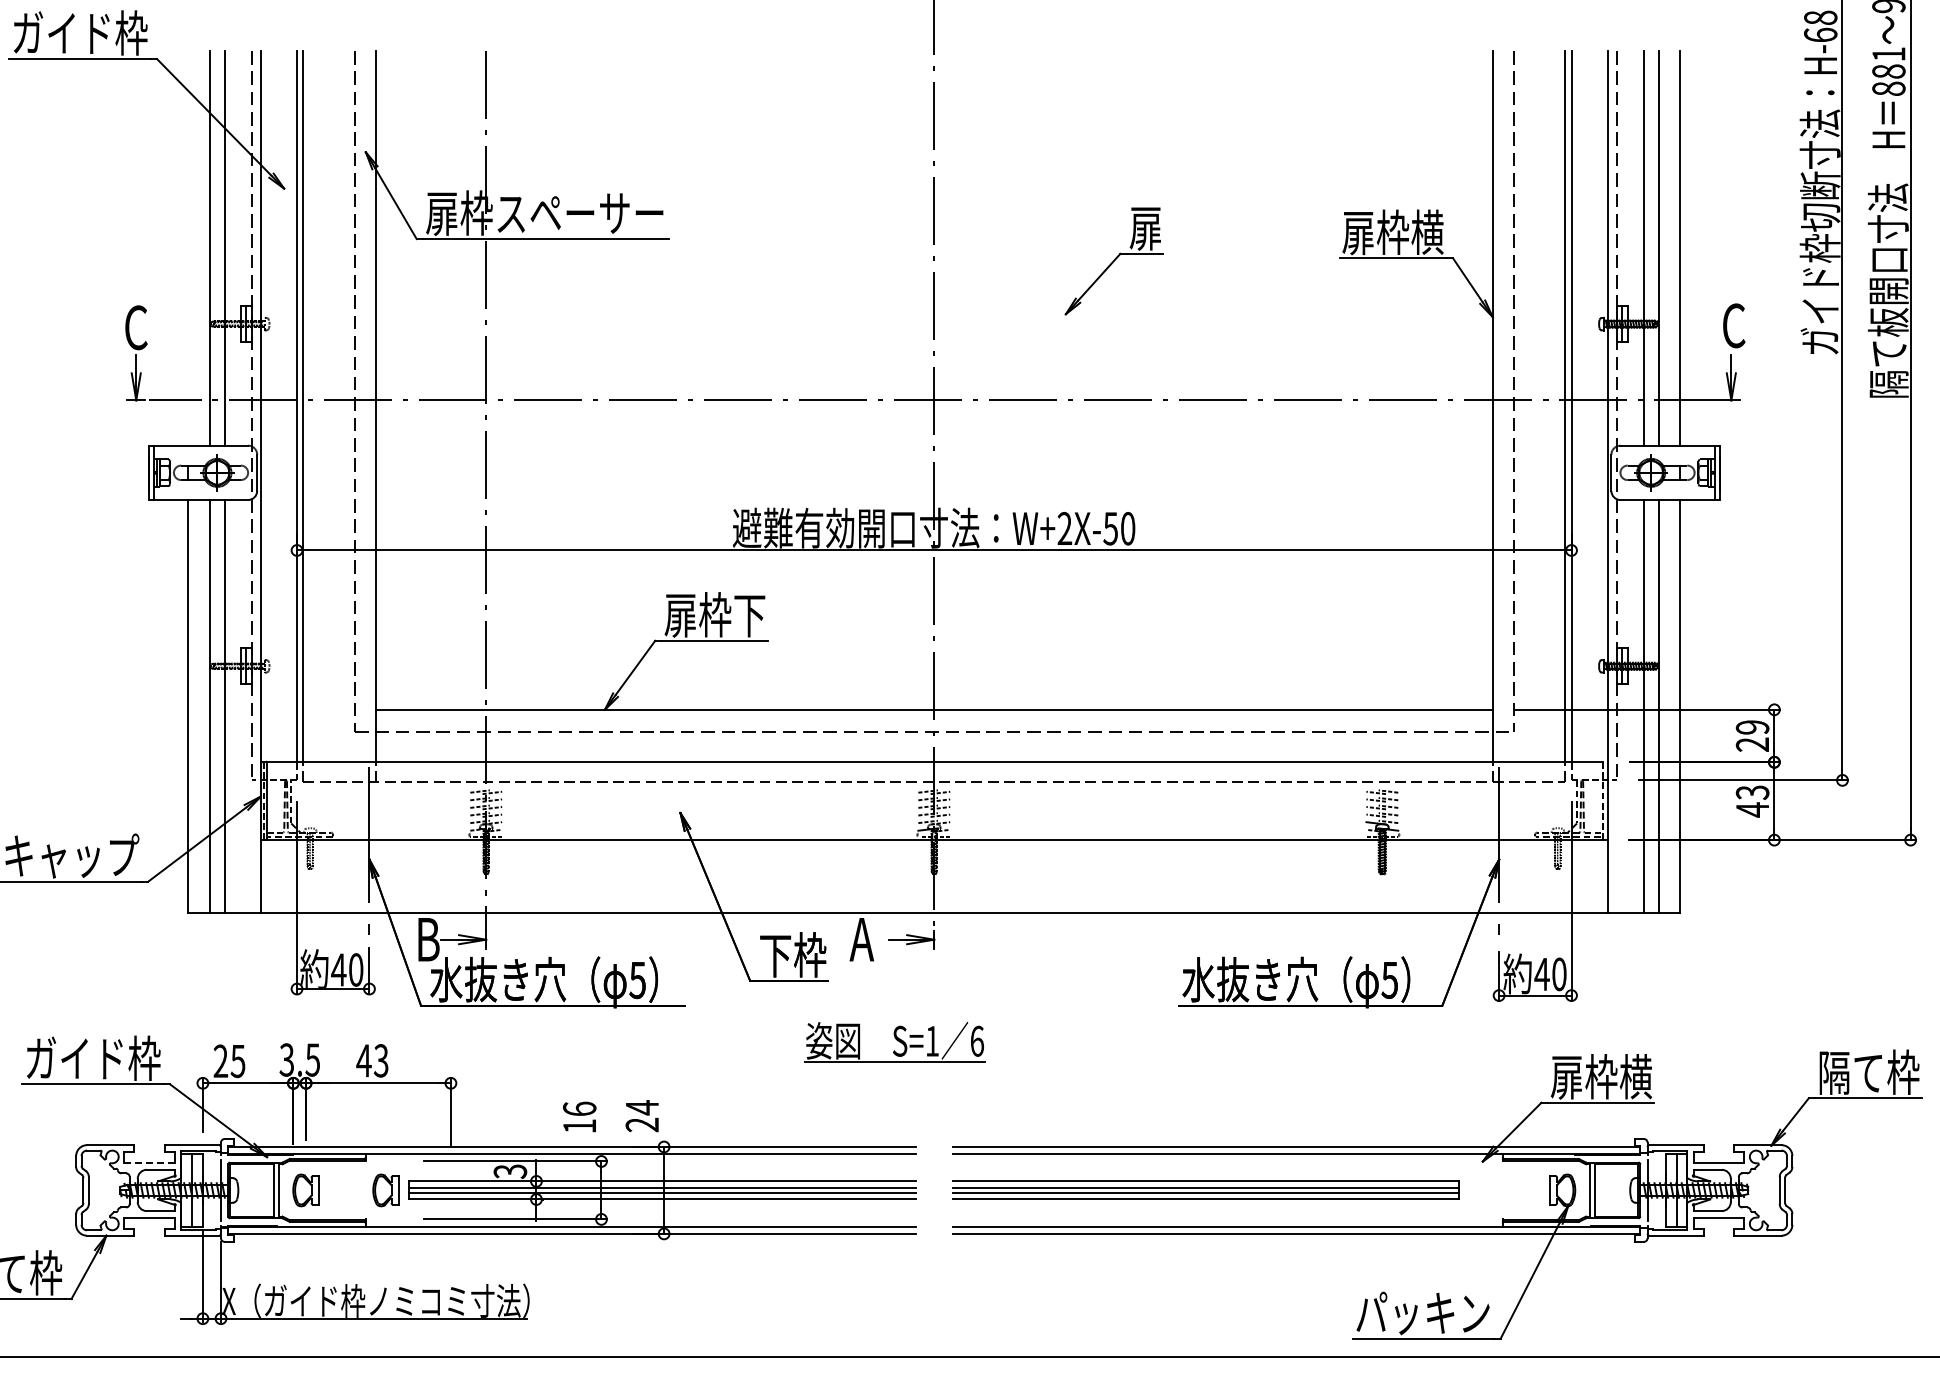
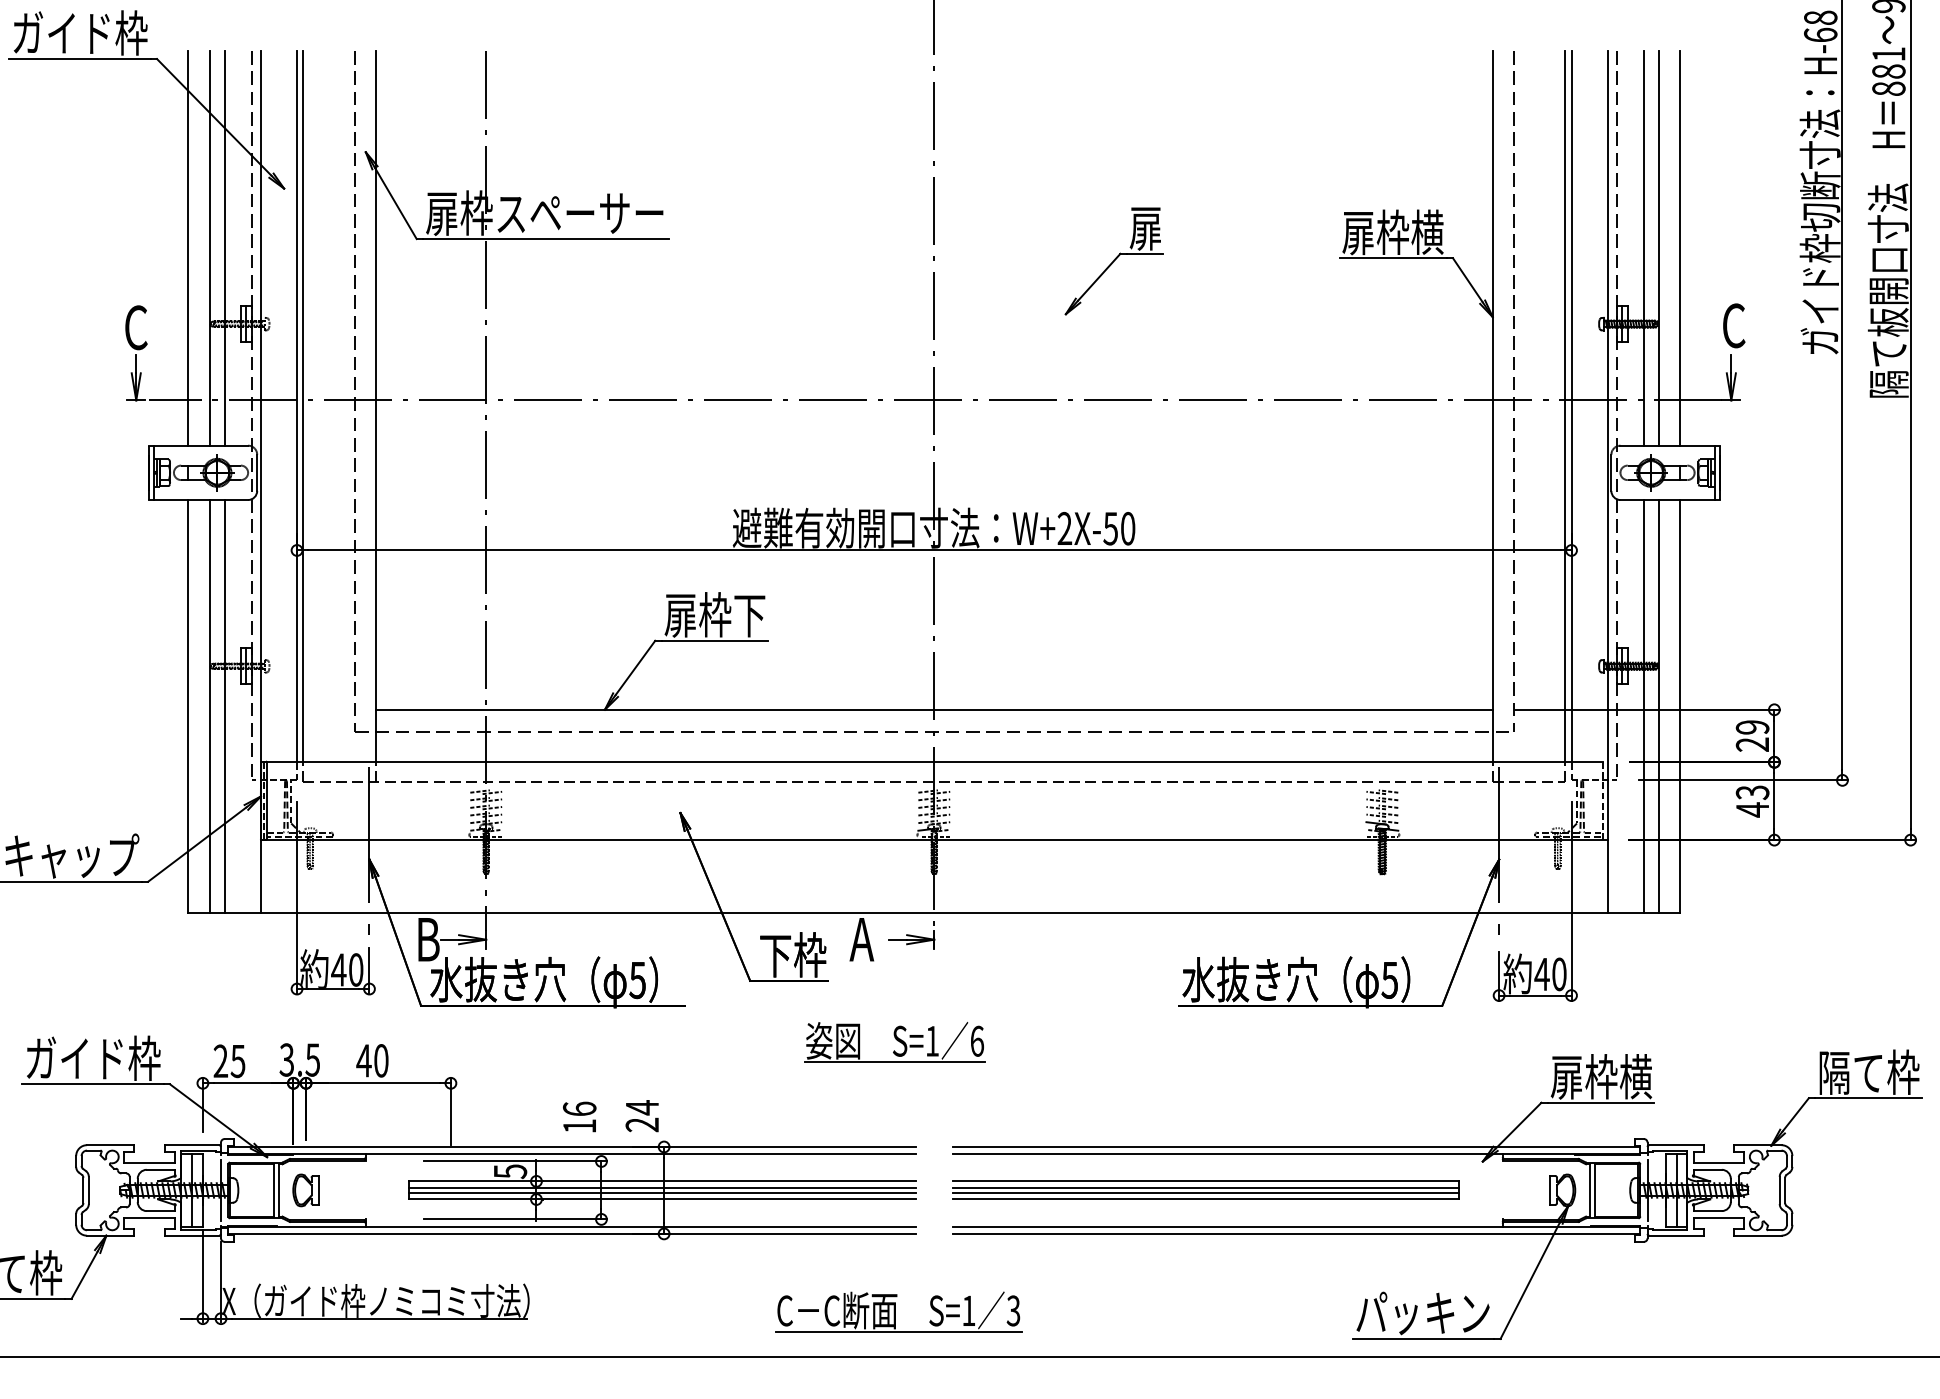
line at (188, 248): none -> present
text at (380, 1060): 43 -> 40
line at (150, 1162): dashed -> solid
text at (509, 1171): 3 -> 5
part at (385, 1190): present -> none
part at (898, 1311): none -> present
